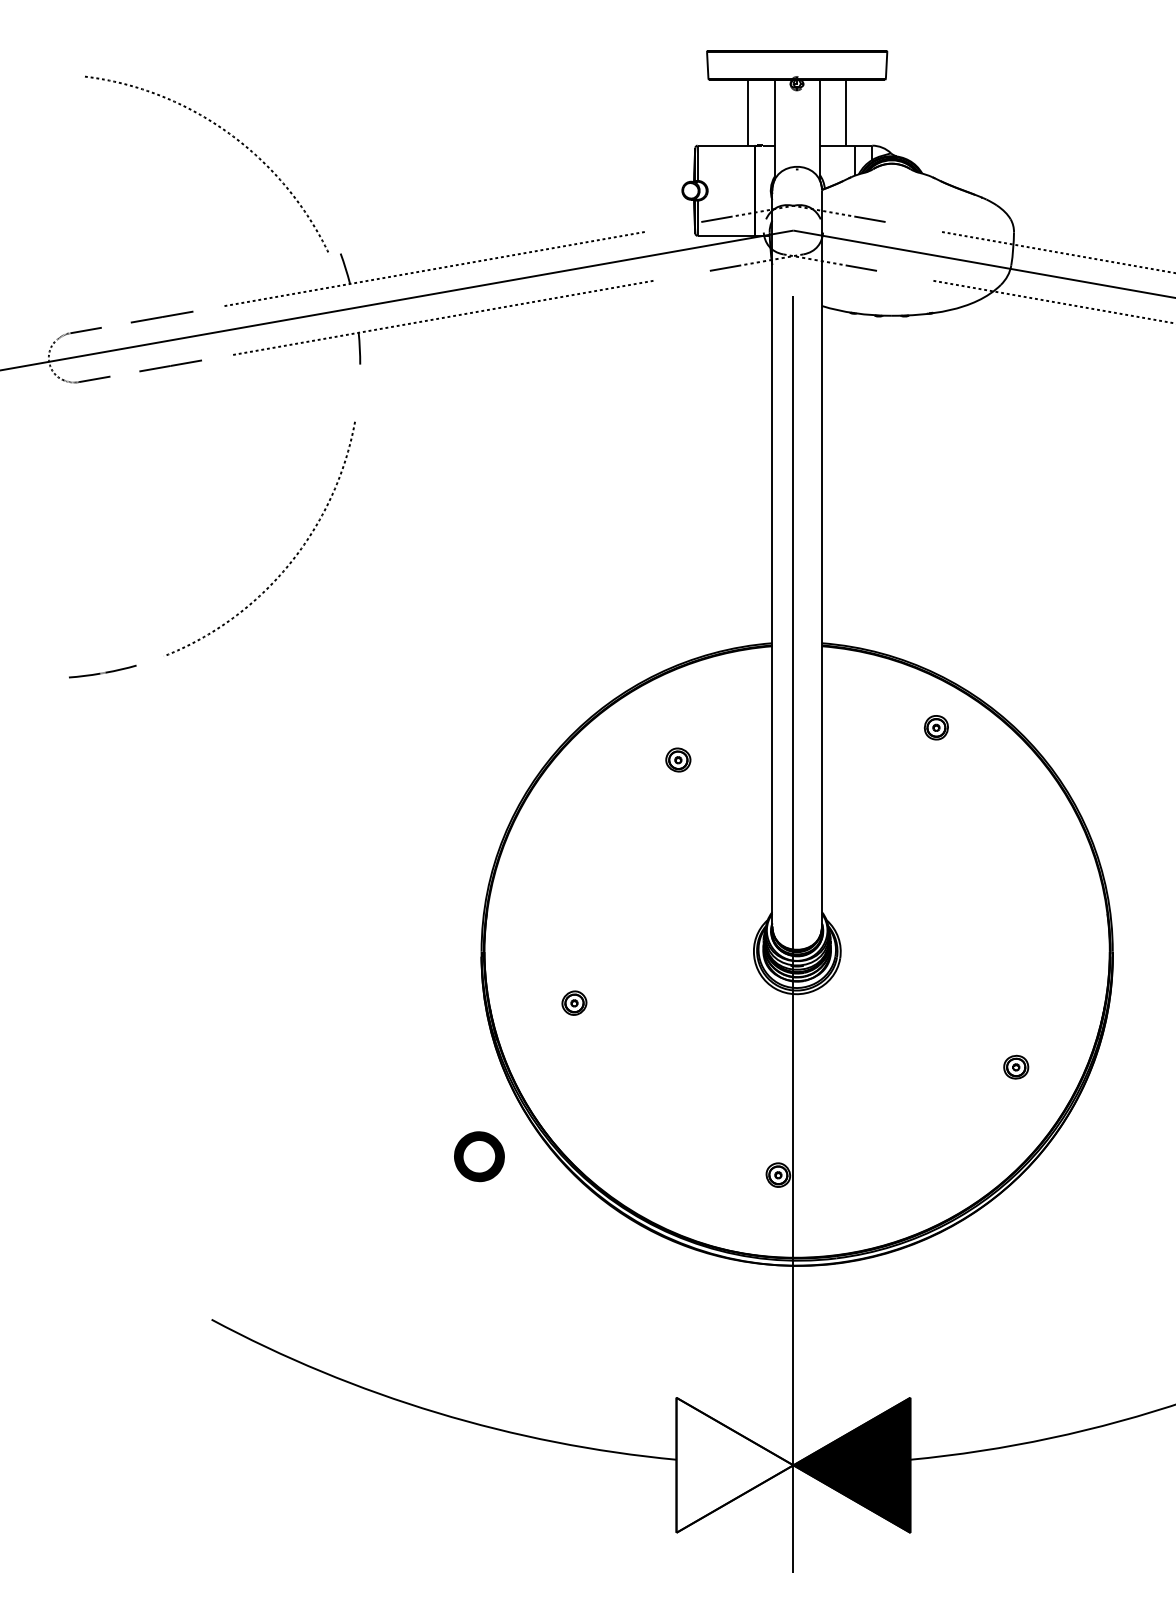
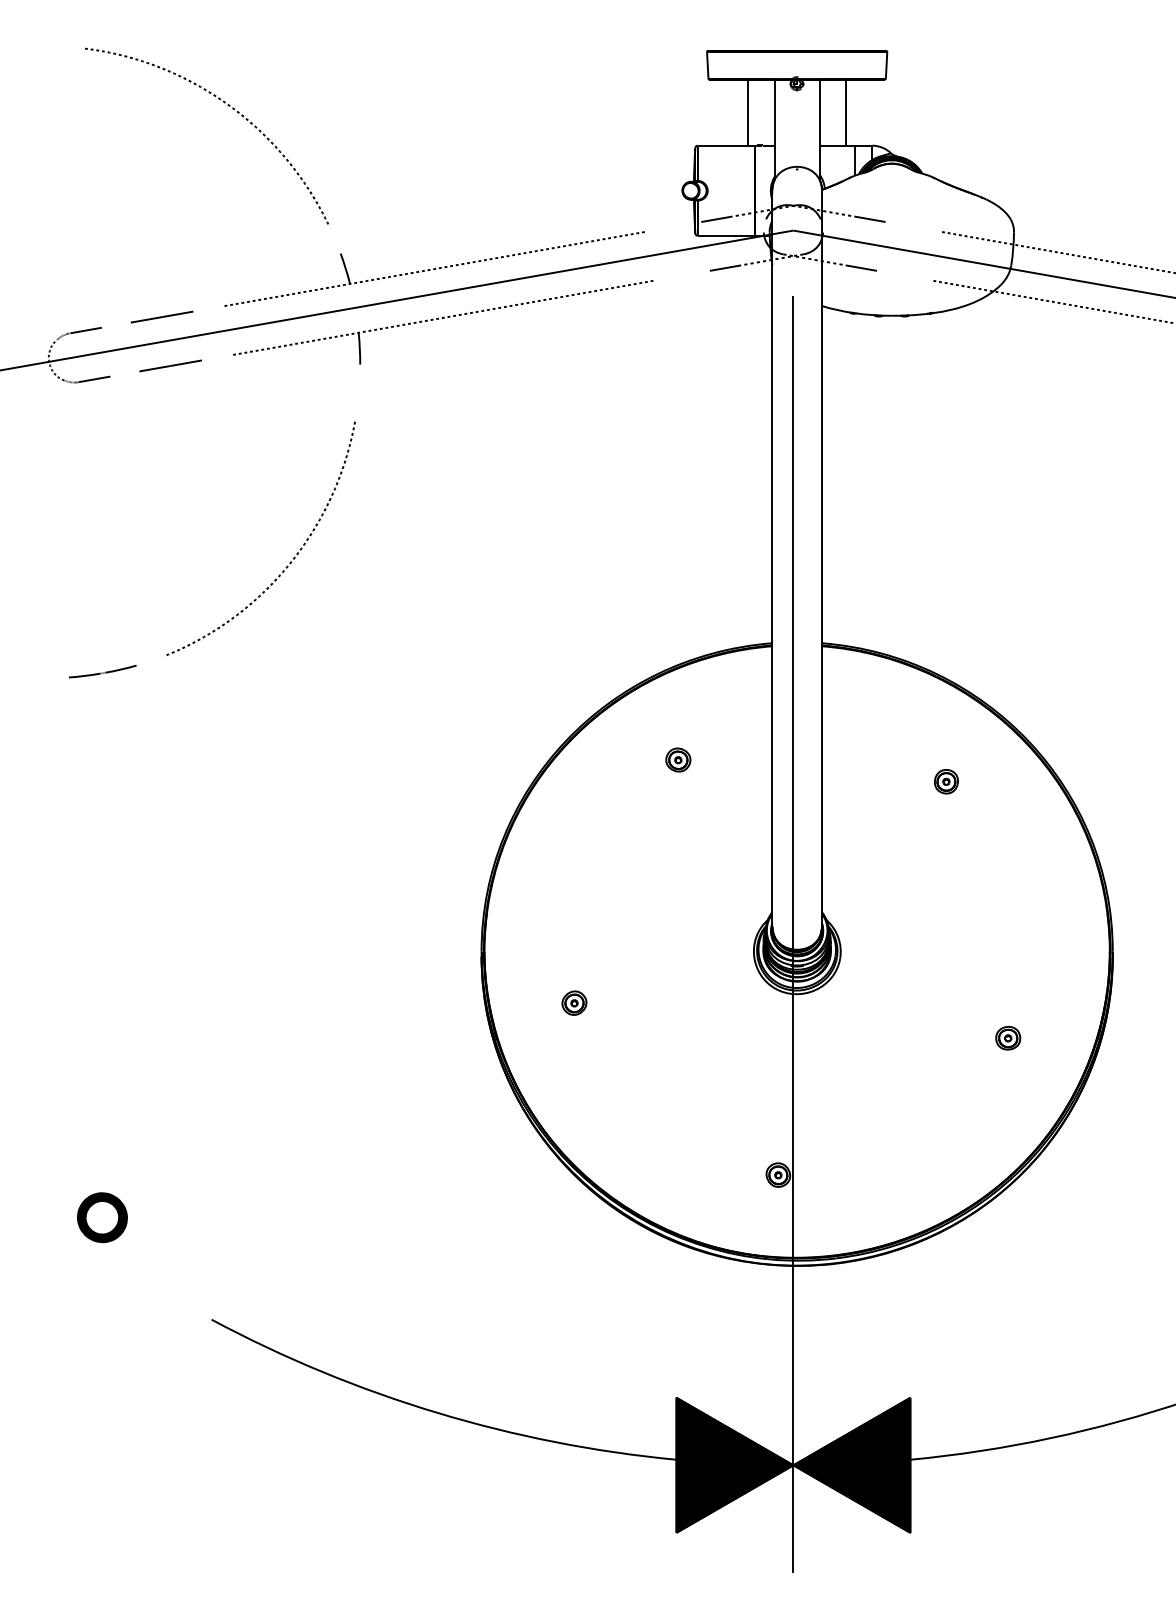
curve at (228, 134) position: (228, 134) -> (228, 106)
part at (935, 727) position: (935, 727) -> (945, 781)
part at (1016, 1066) position: (1016, 1066) -> (1008, 1037)
text at (479, 1156) position: (479, 1156) -> (102, 1217)
fill at (734, 1464): none -> present
